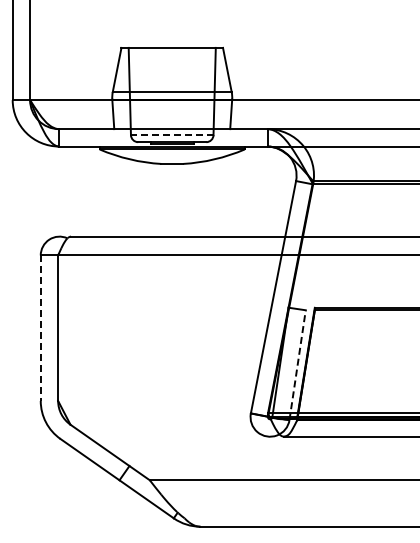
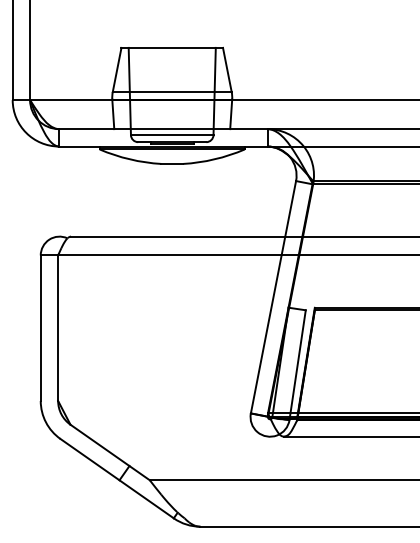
line at (171, 135): dashed -> solid
line at (40, 328): dashed -> solid
line at (297, 364): dashed -> solid
